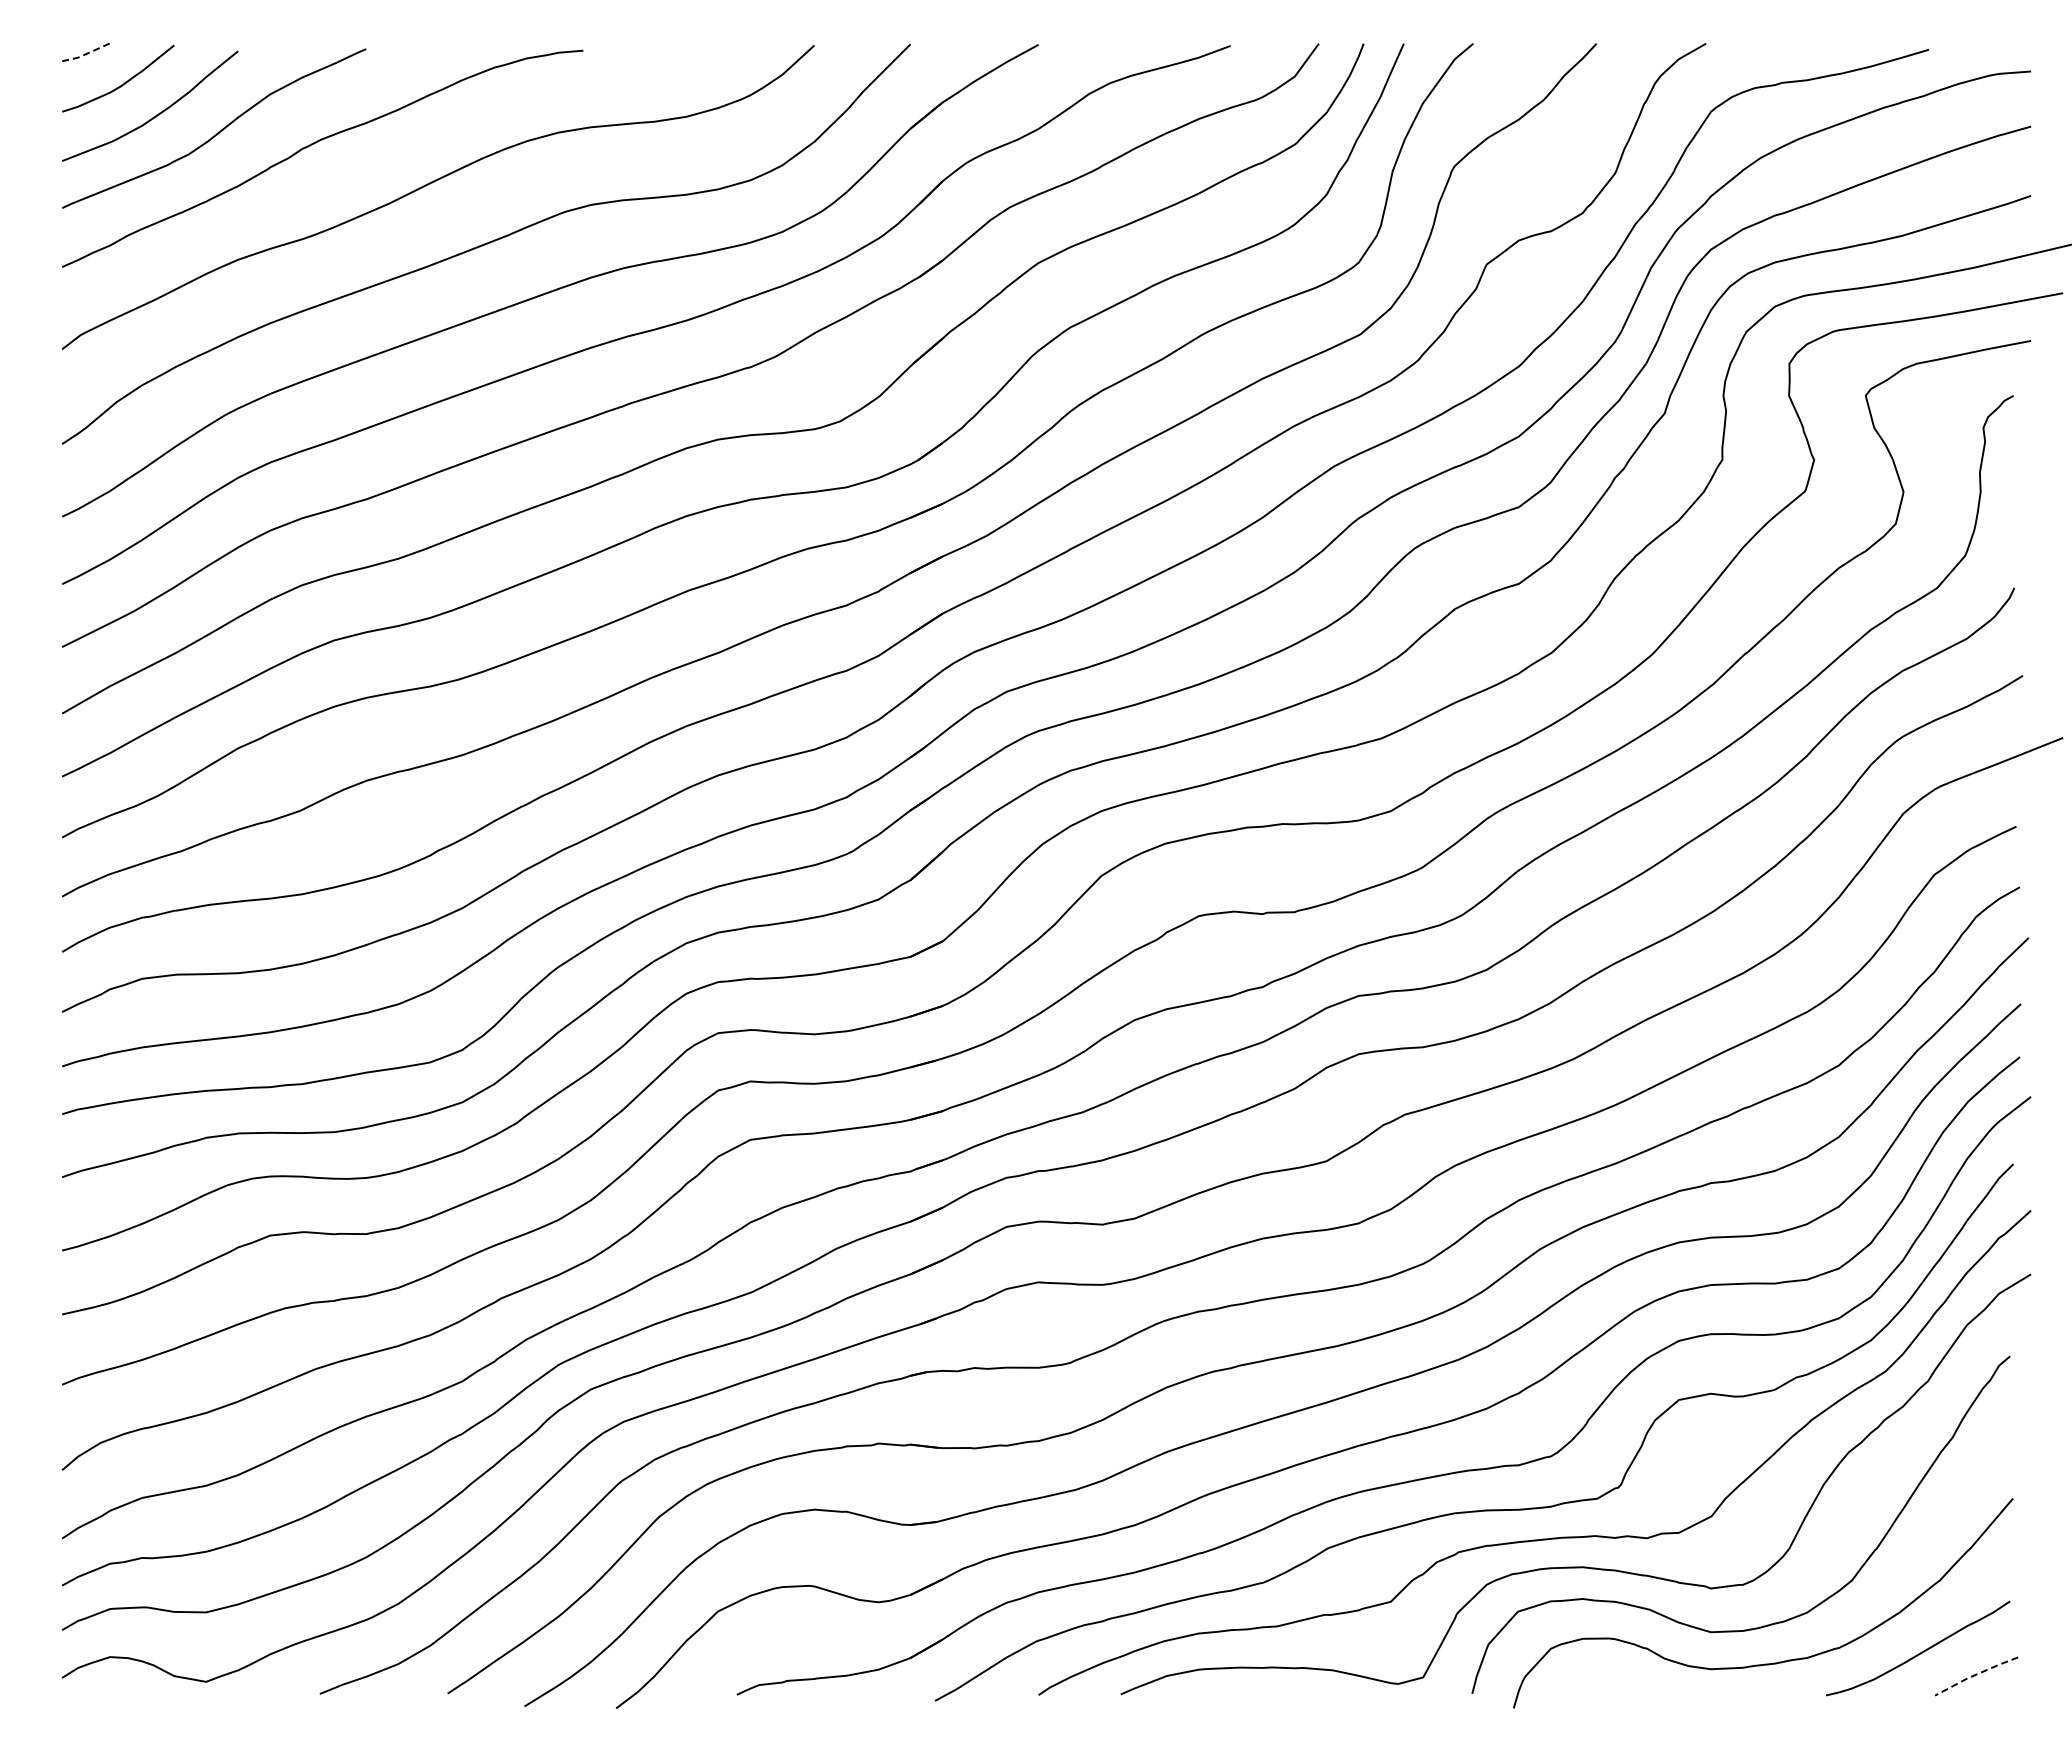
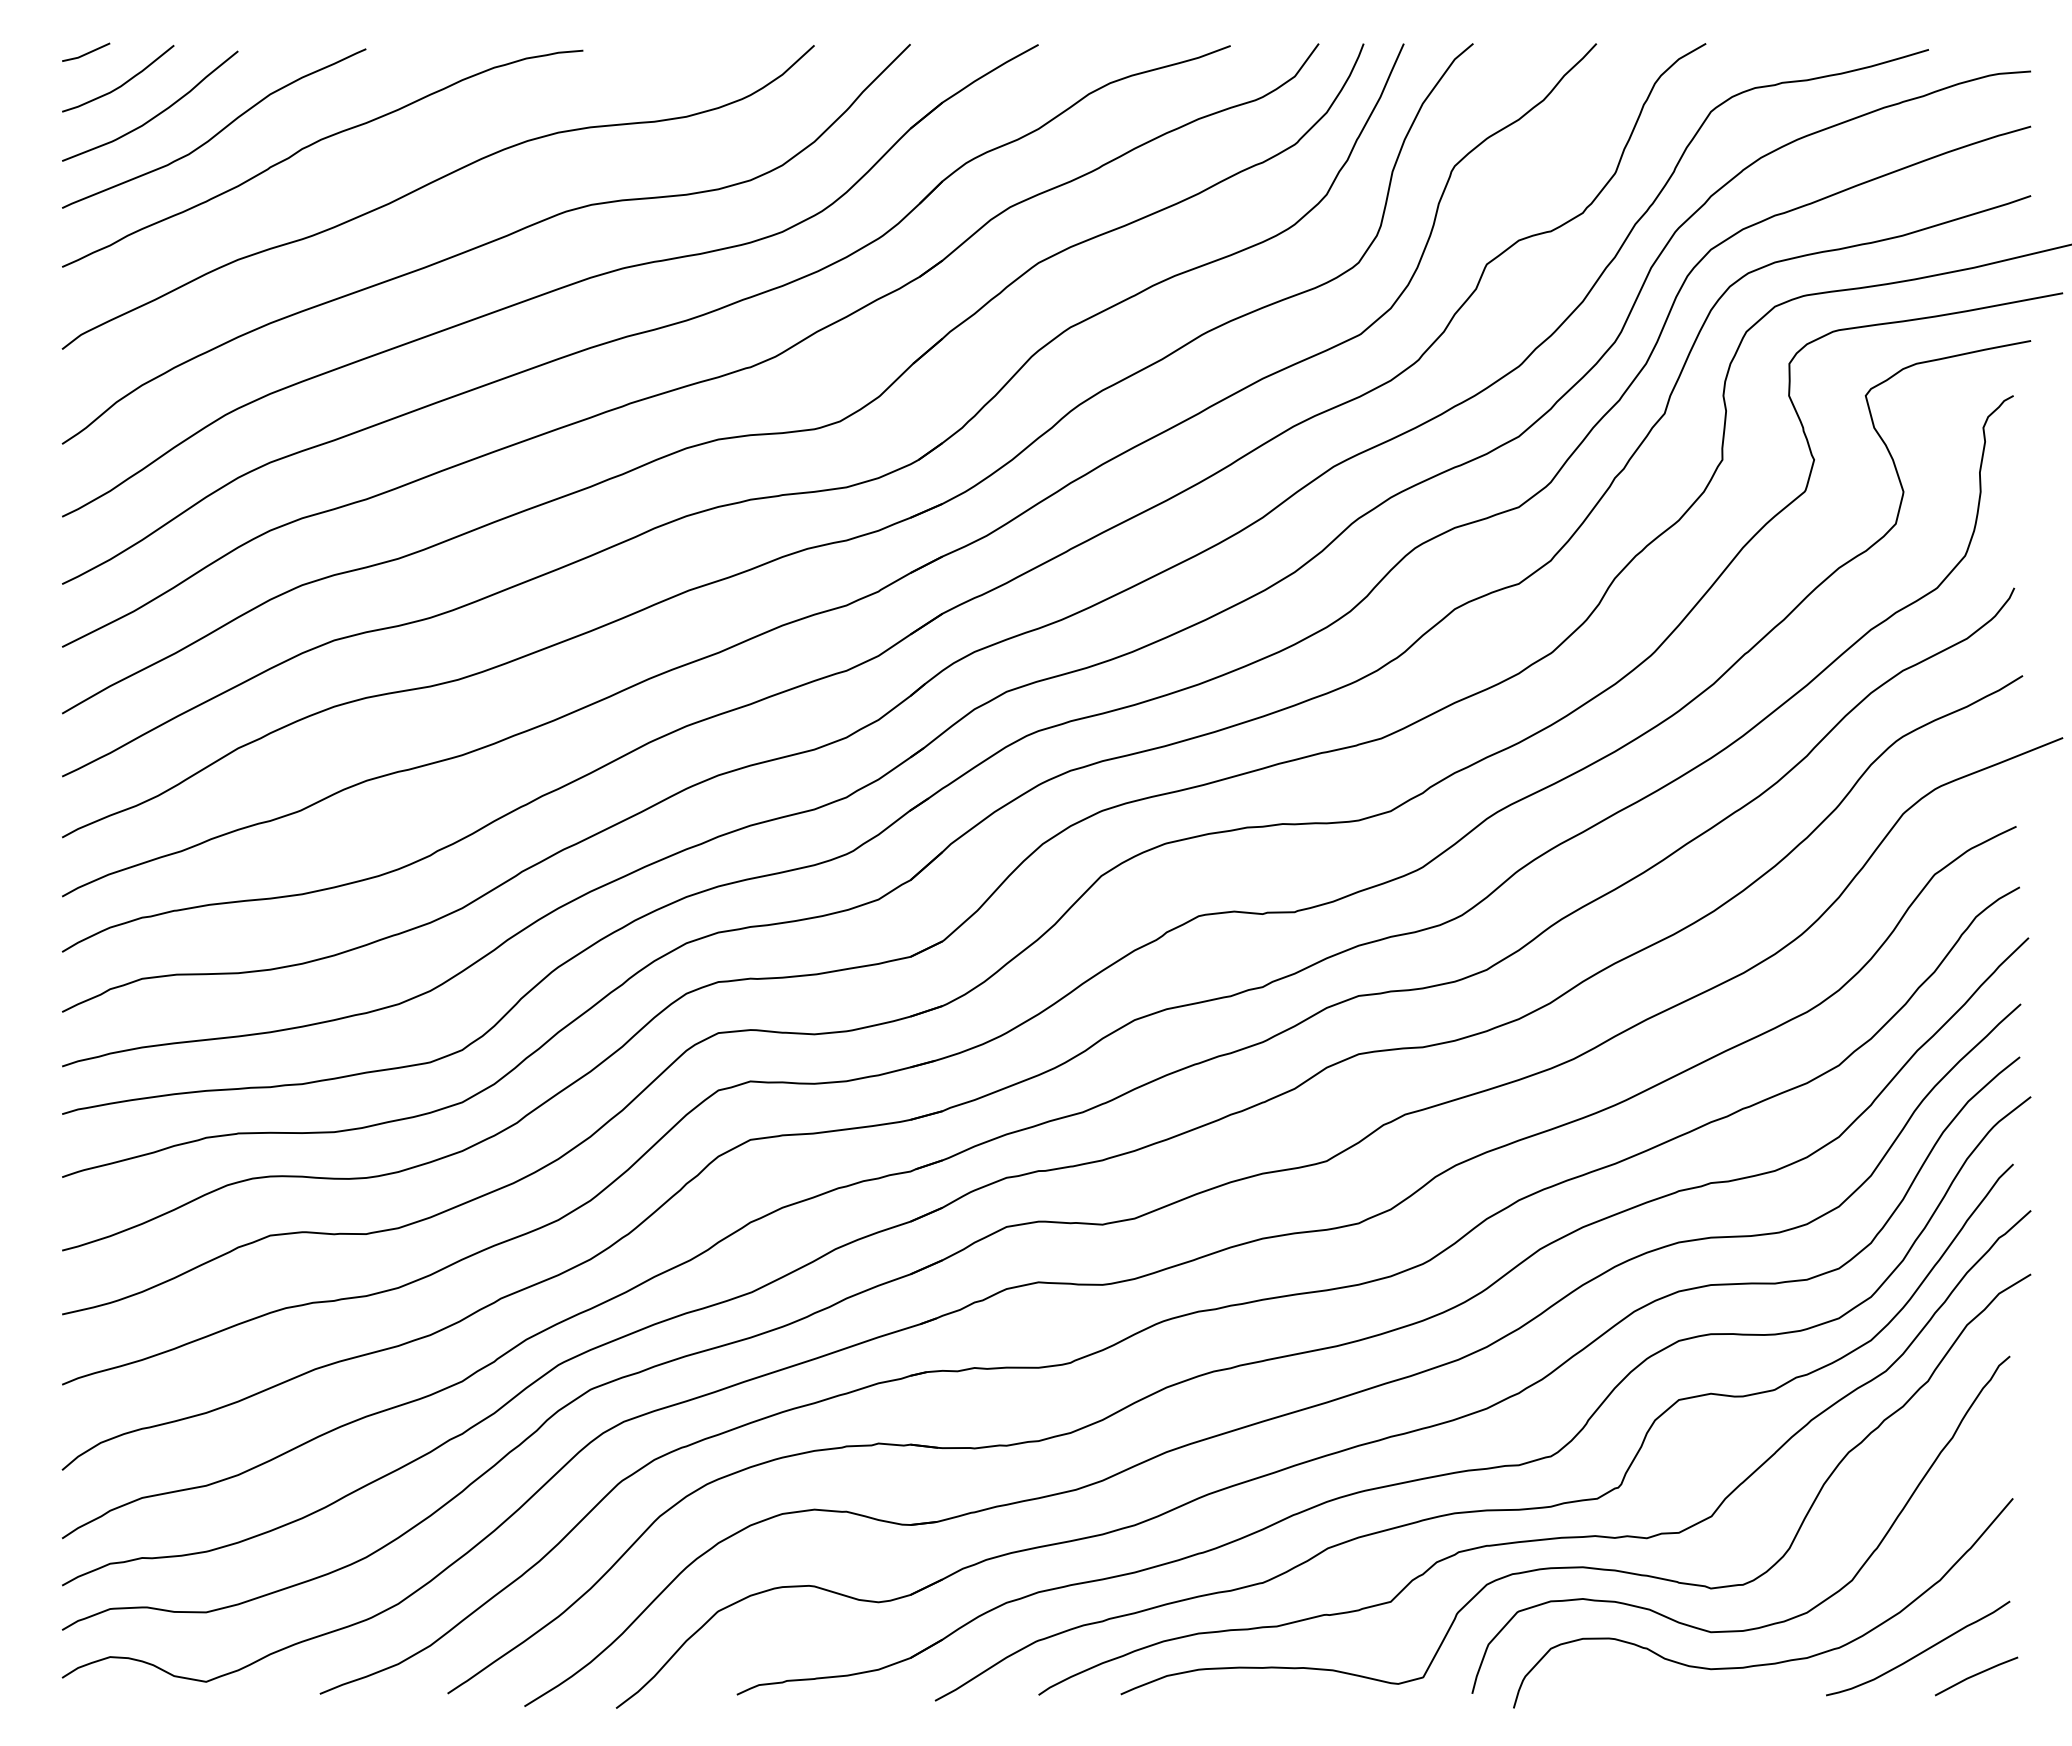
line at (86, 54): dashed -> solid
line at (1975, 1675): dashed -> solid
